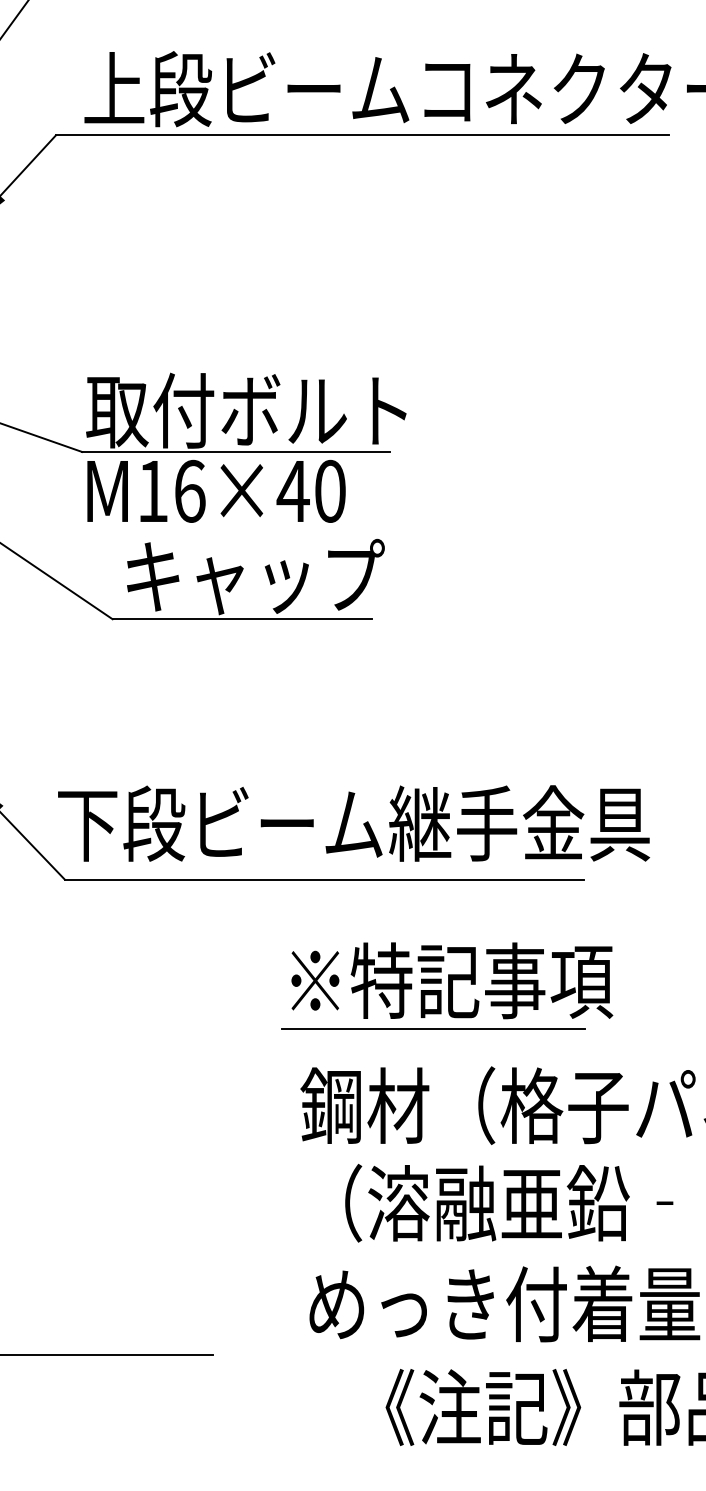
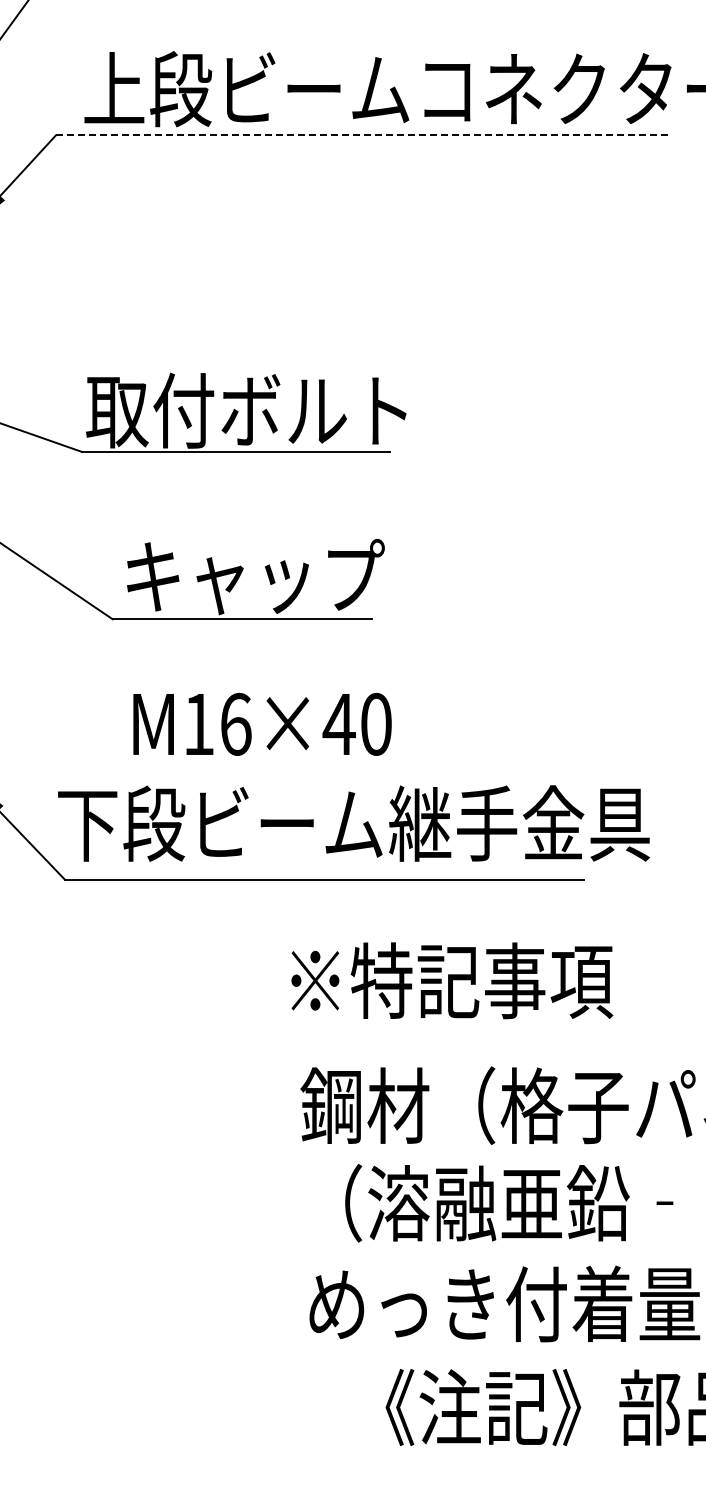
line at (362, 135): solid -> dashed
text at (216, 491) position: (216, 491) -> (262, 724)
line at (433, 1029): present -> none
line at (107, 1355): present -> none
